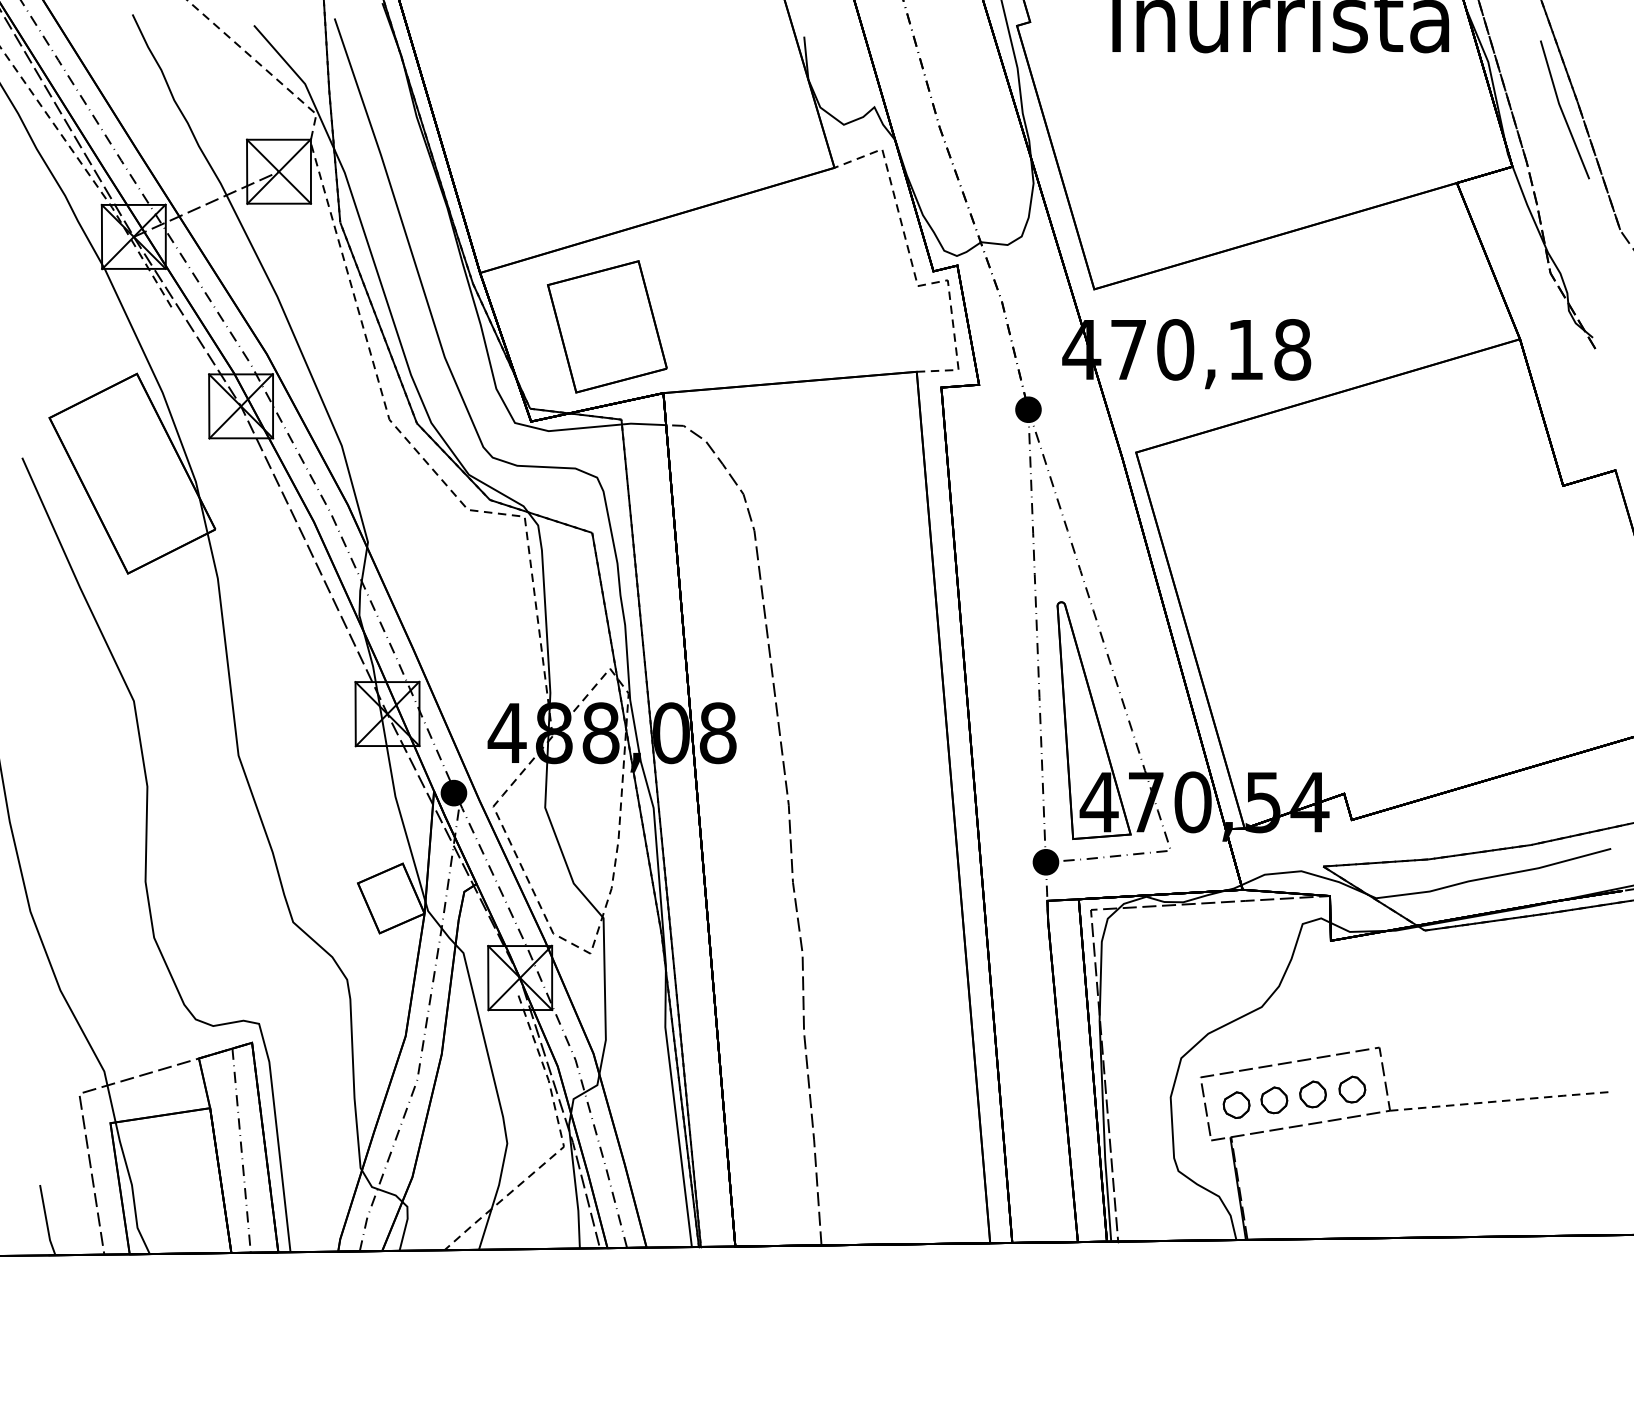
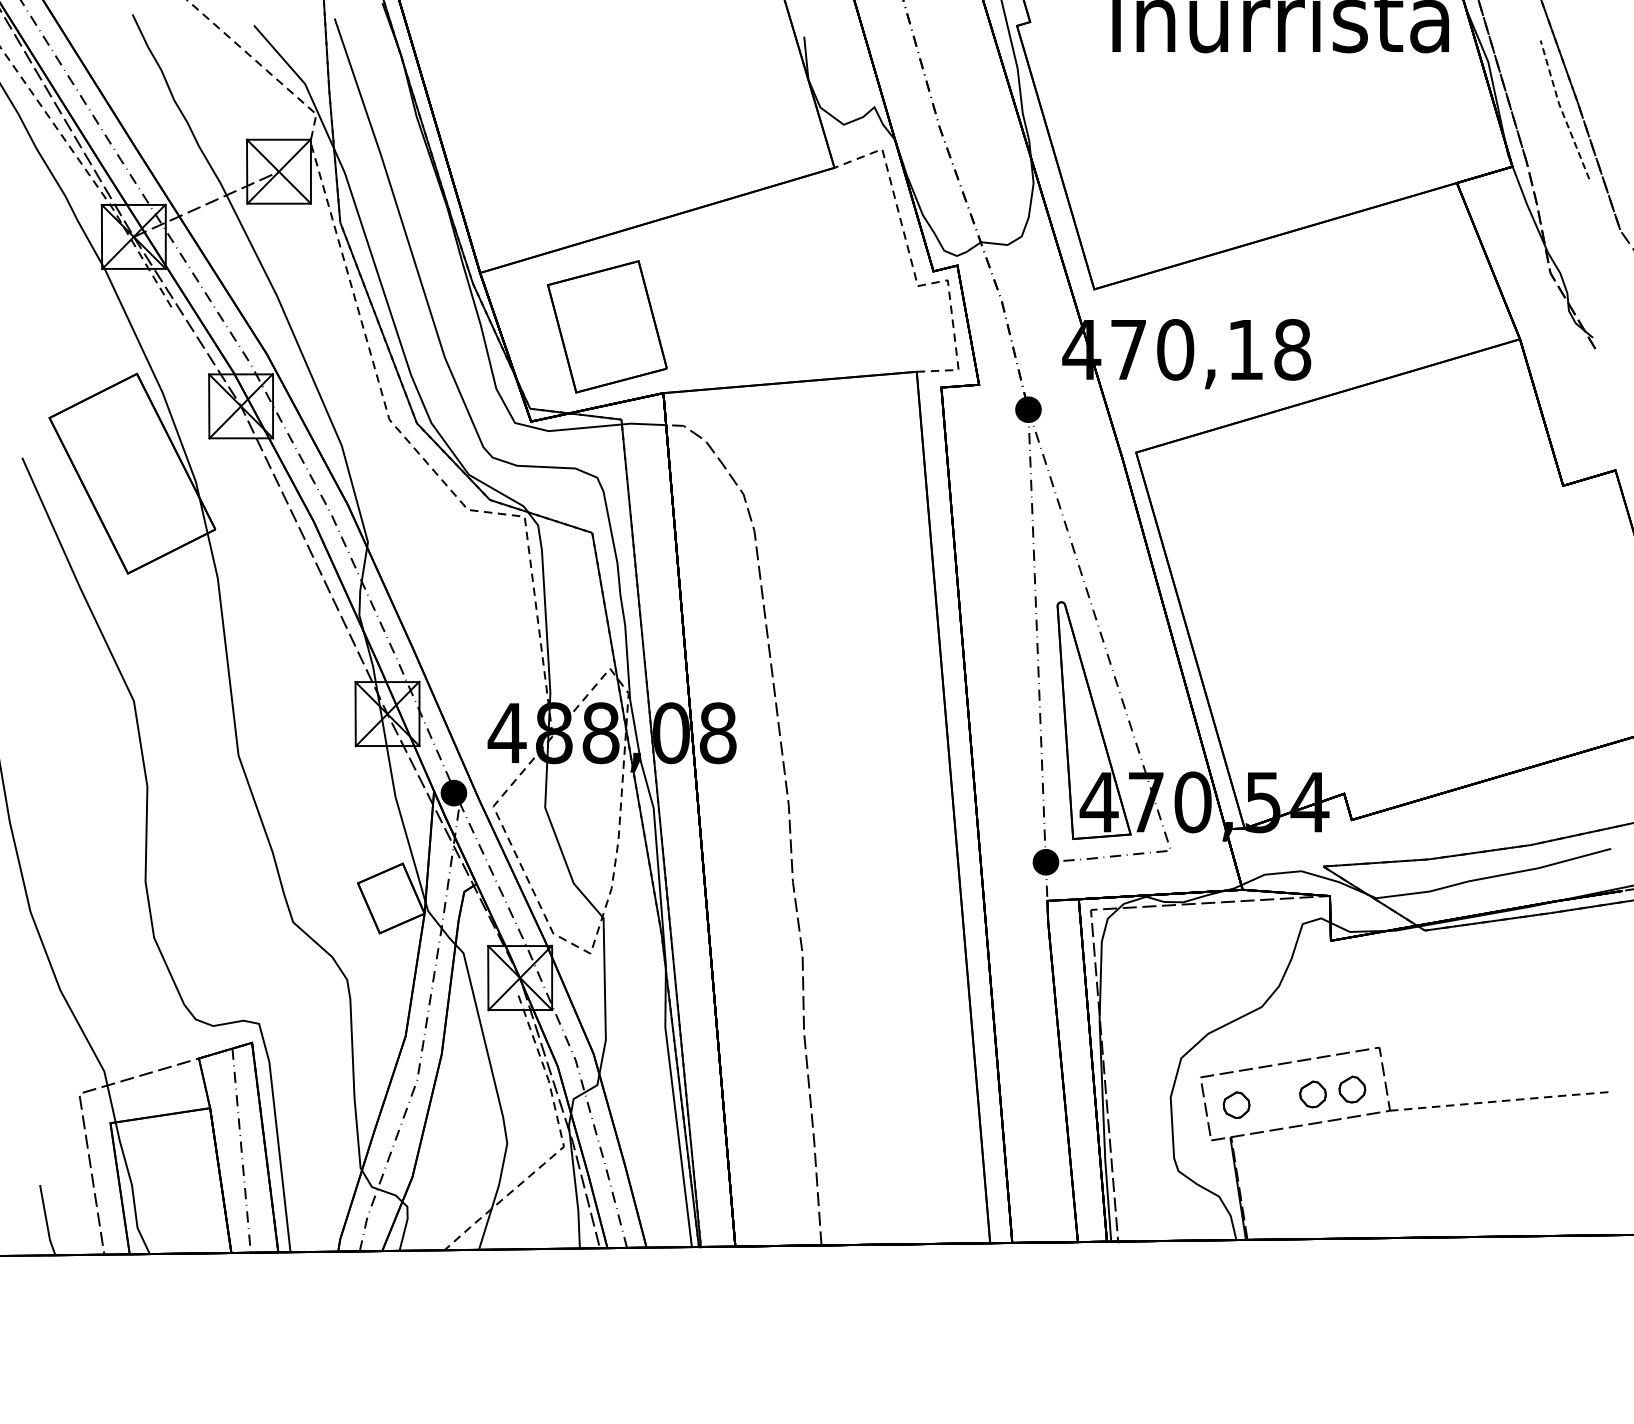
line at (1561, 110): solid -> dashed
part at (1274, 1100): present -> none
